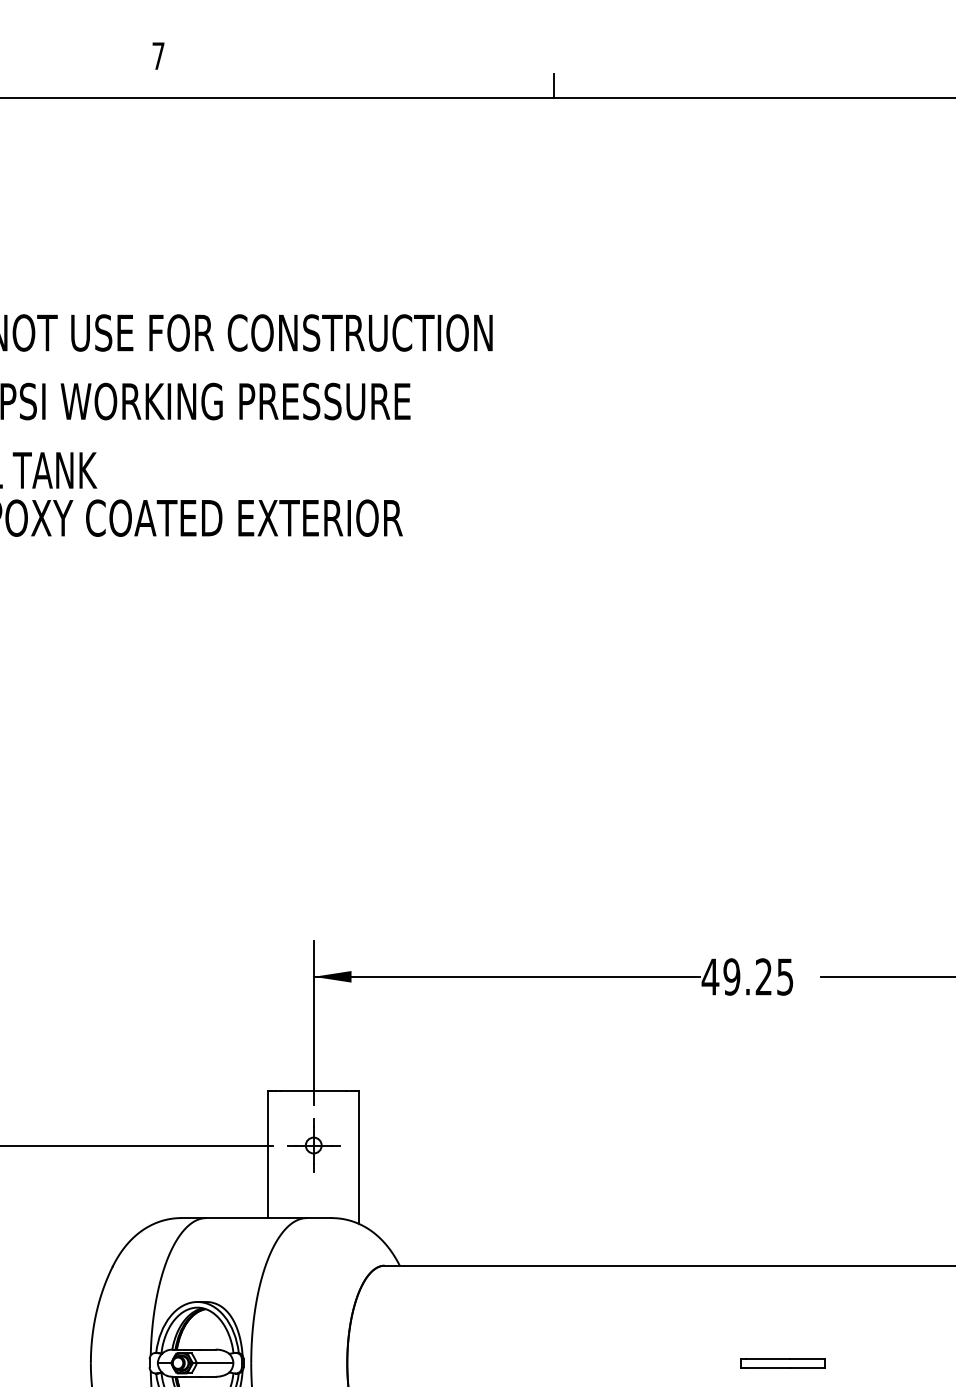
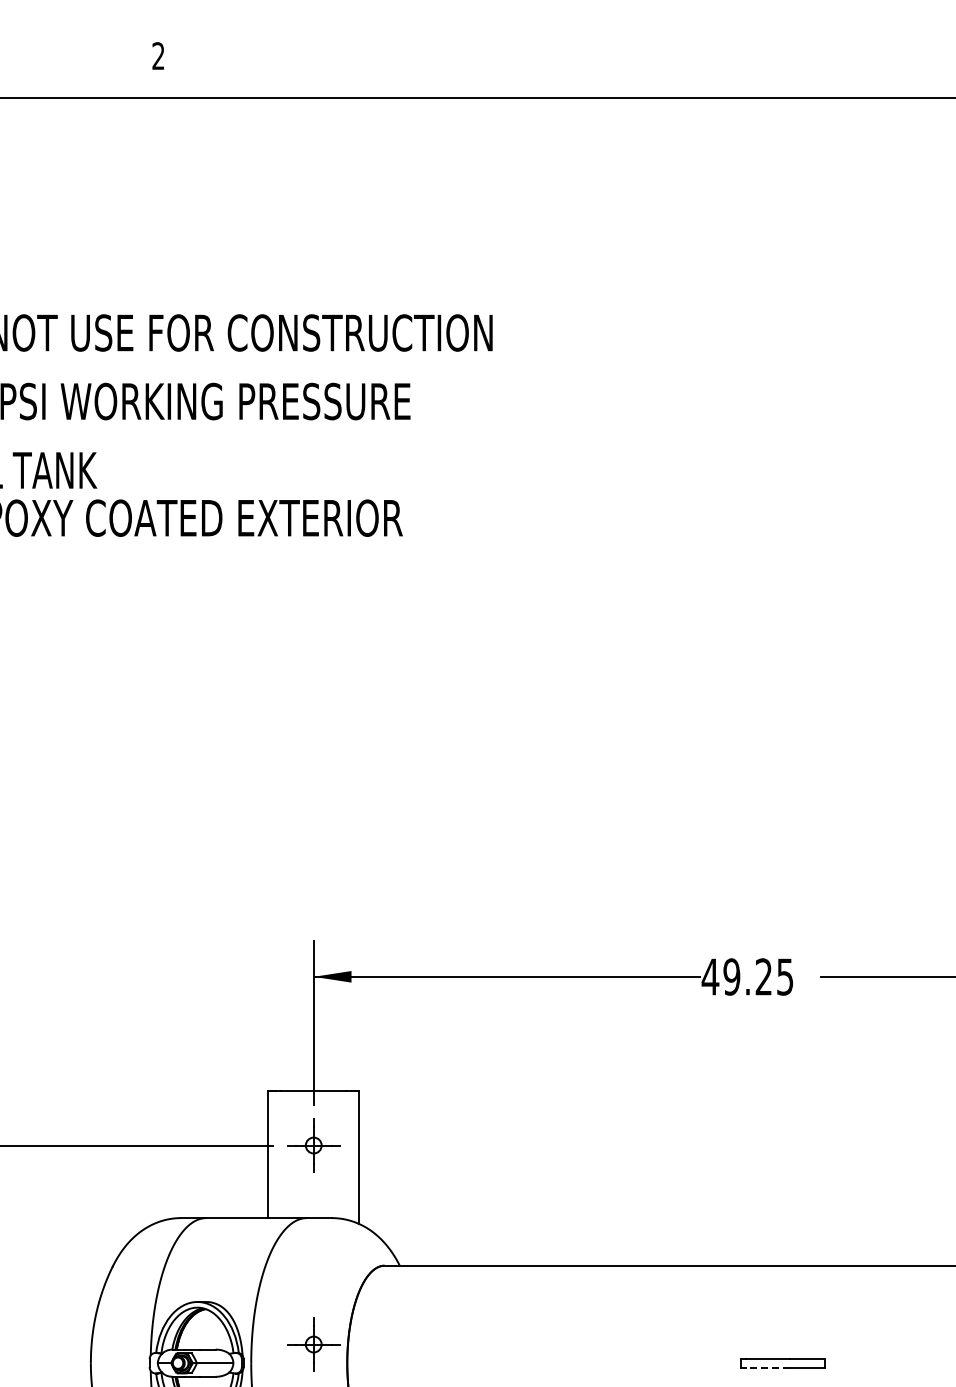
text at (158, 55): 7 -> 2
line at (553, 85): present -> none
part at (313, 1344): none -> present
line at (767, 1367): solid -> dashed
